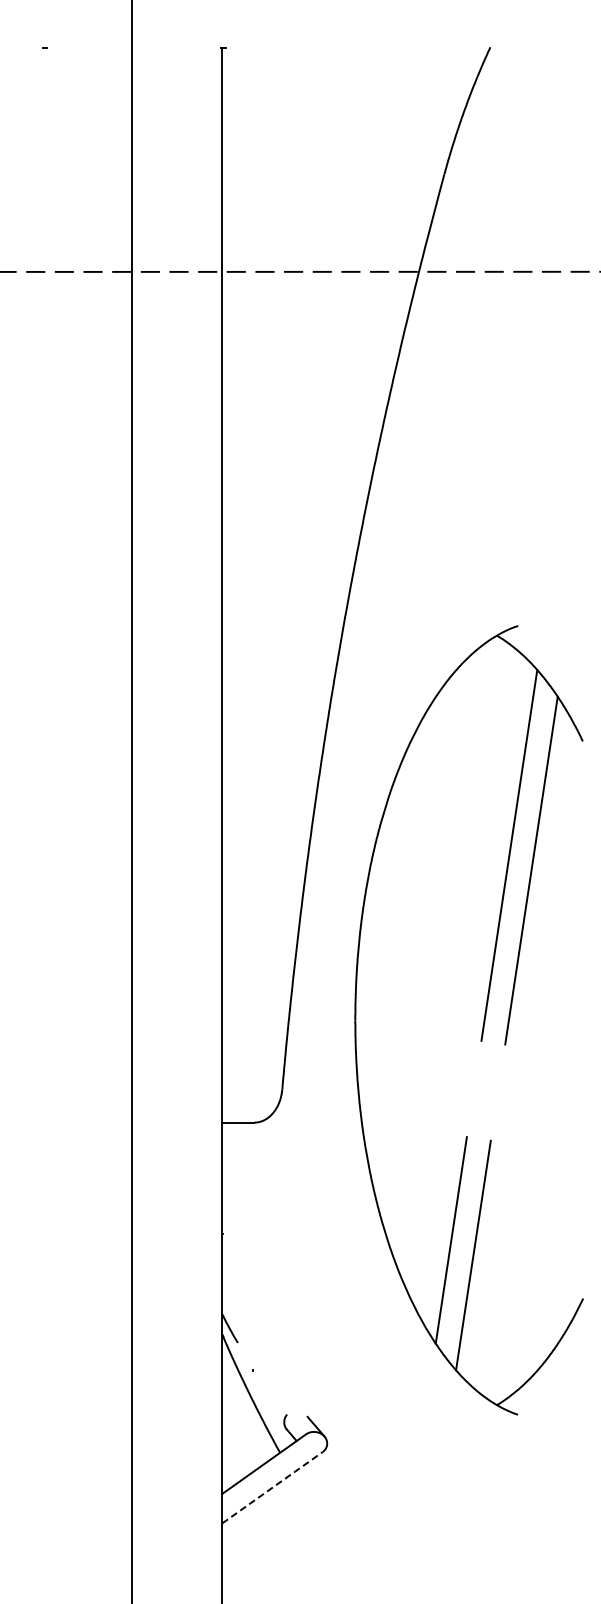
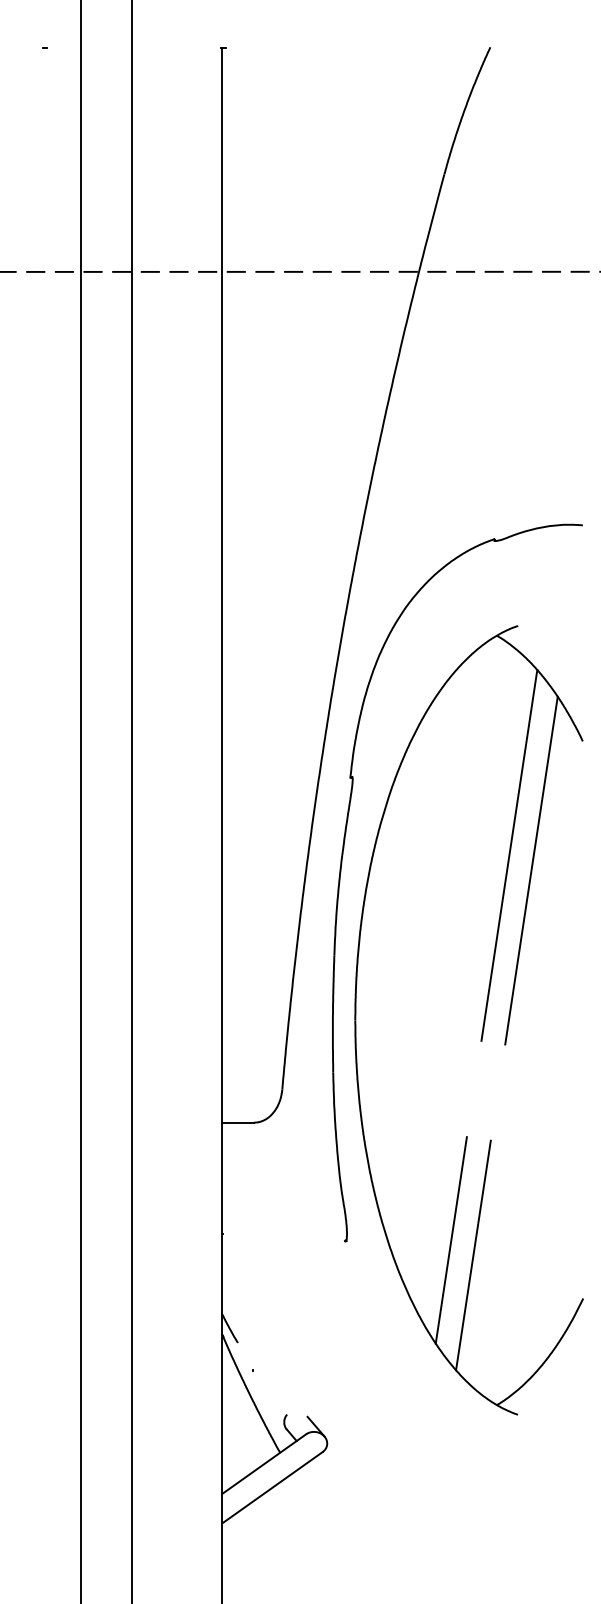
line at (81, 801): none -> present
part at (342, 864): none -> present
line at (272, 1487): dashed -> solid
